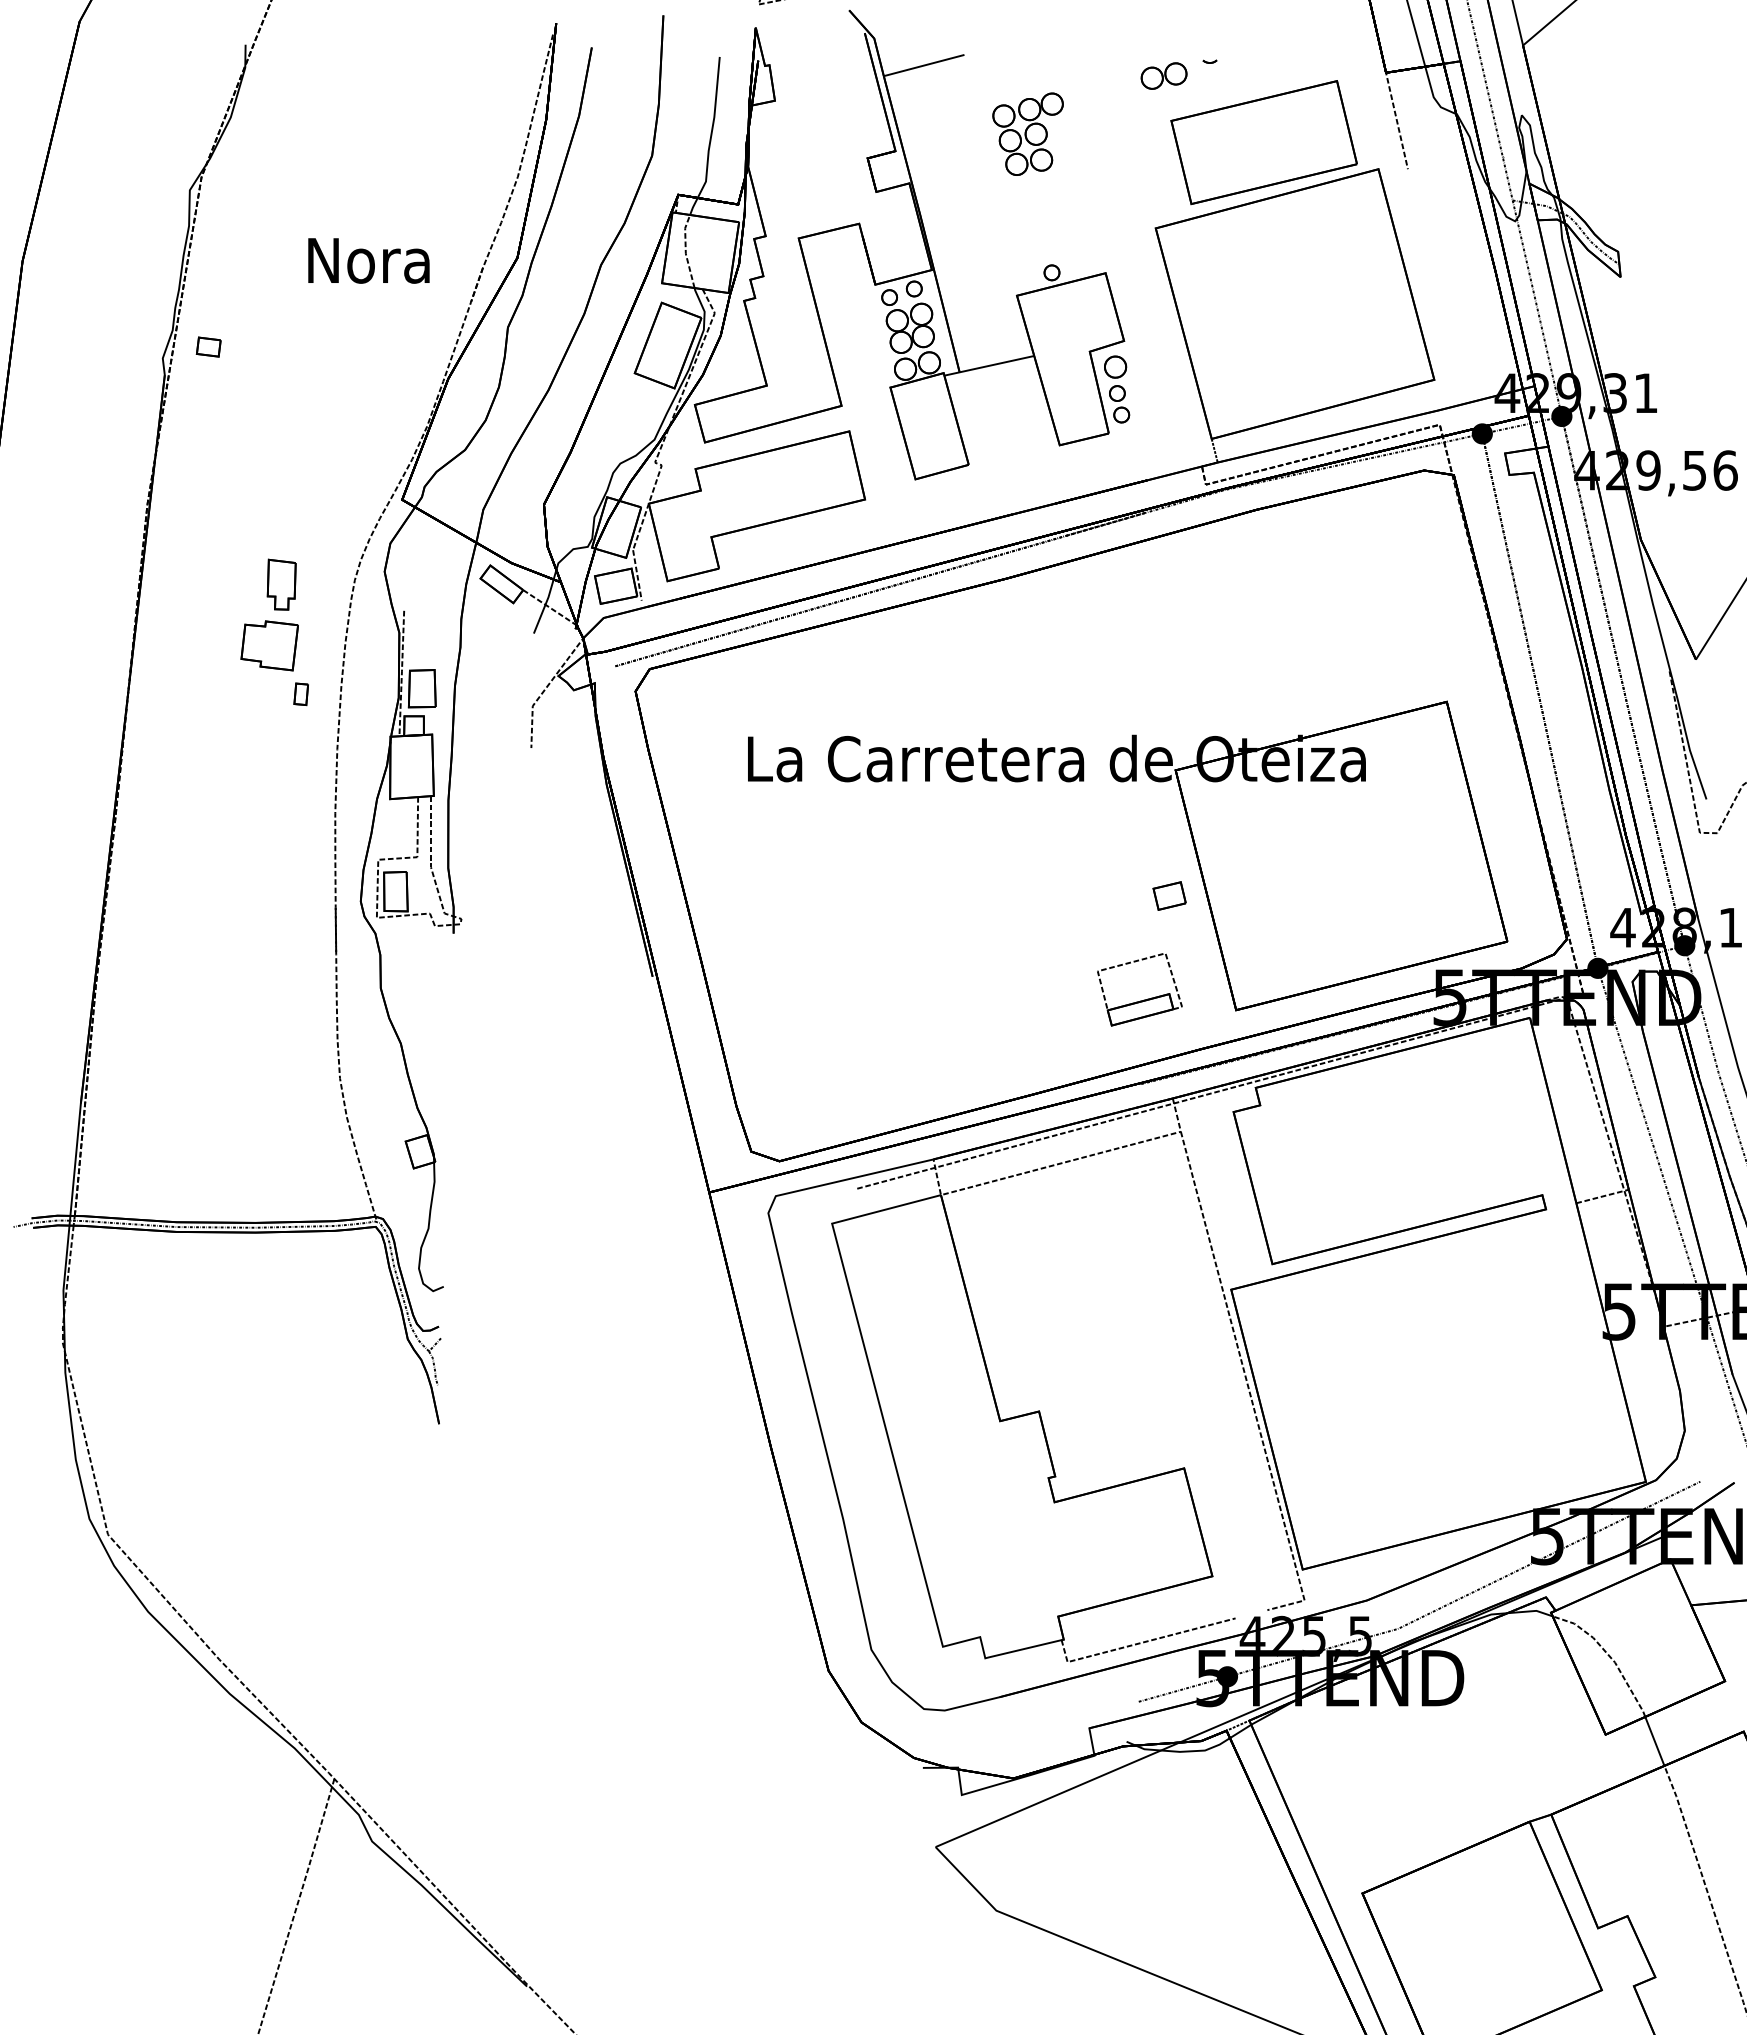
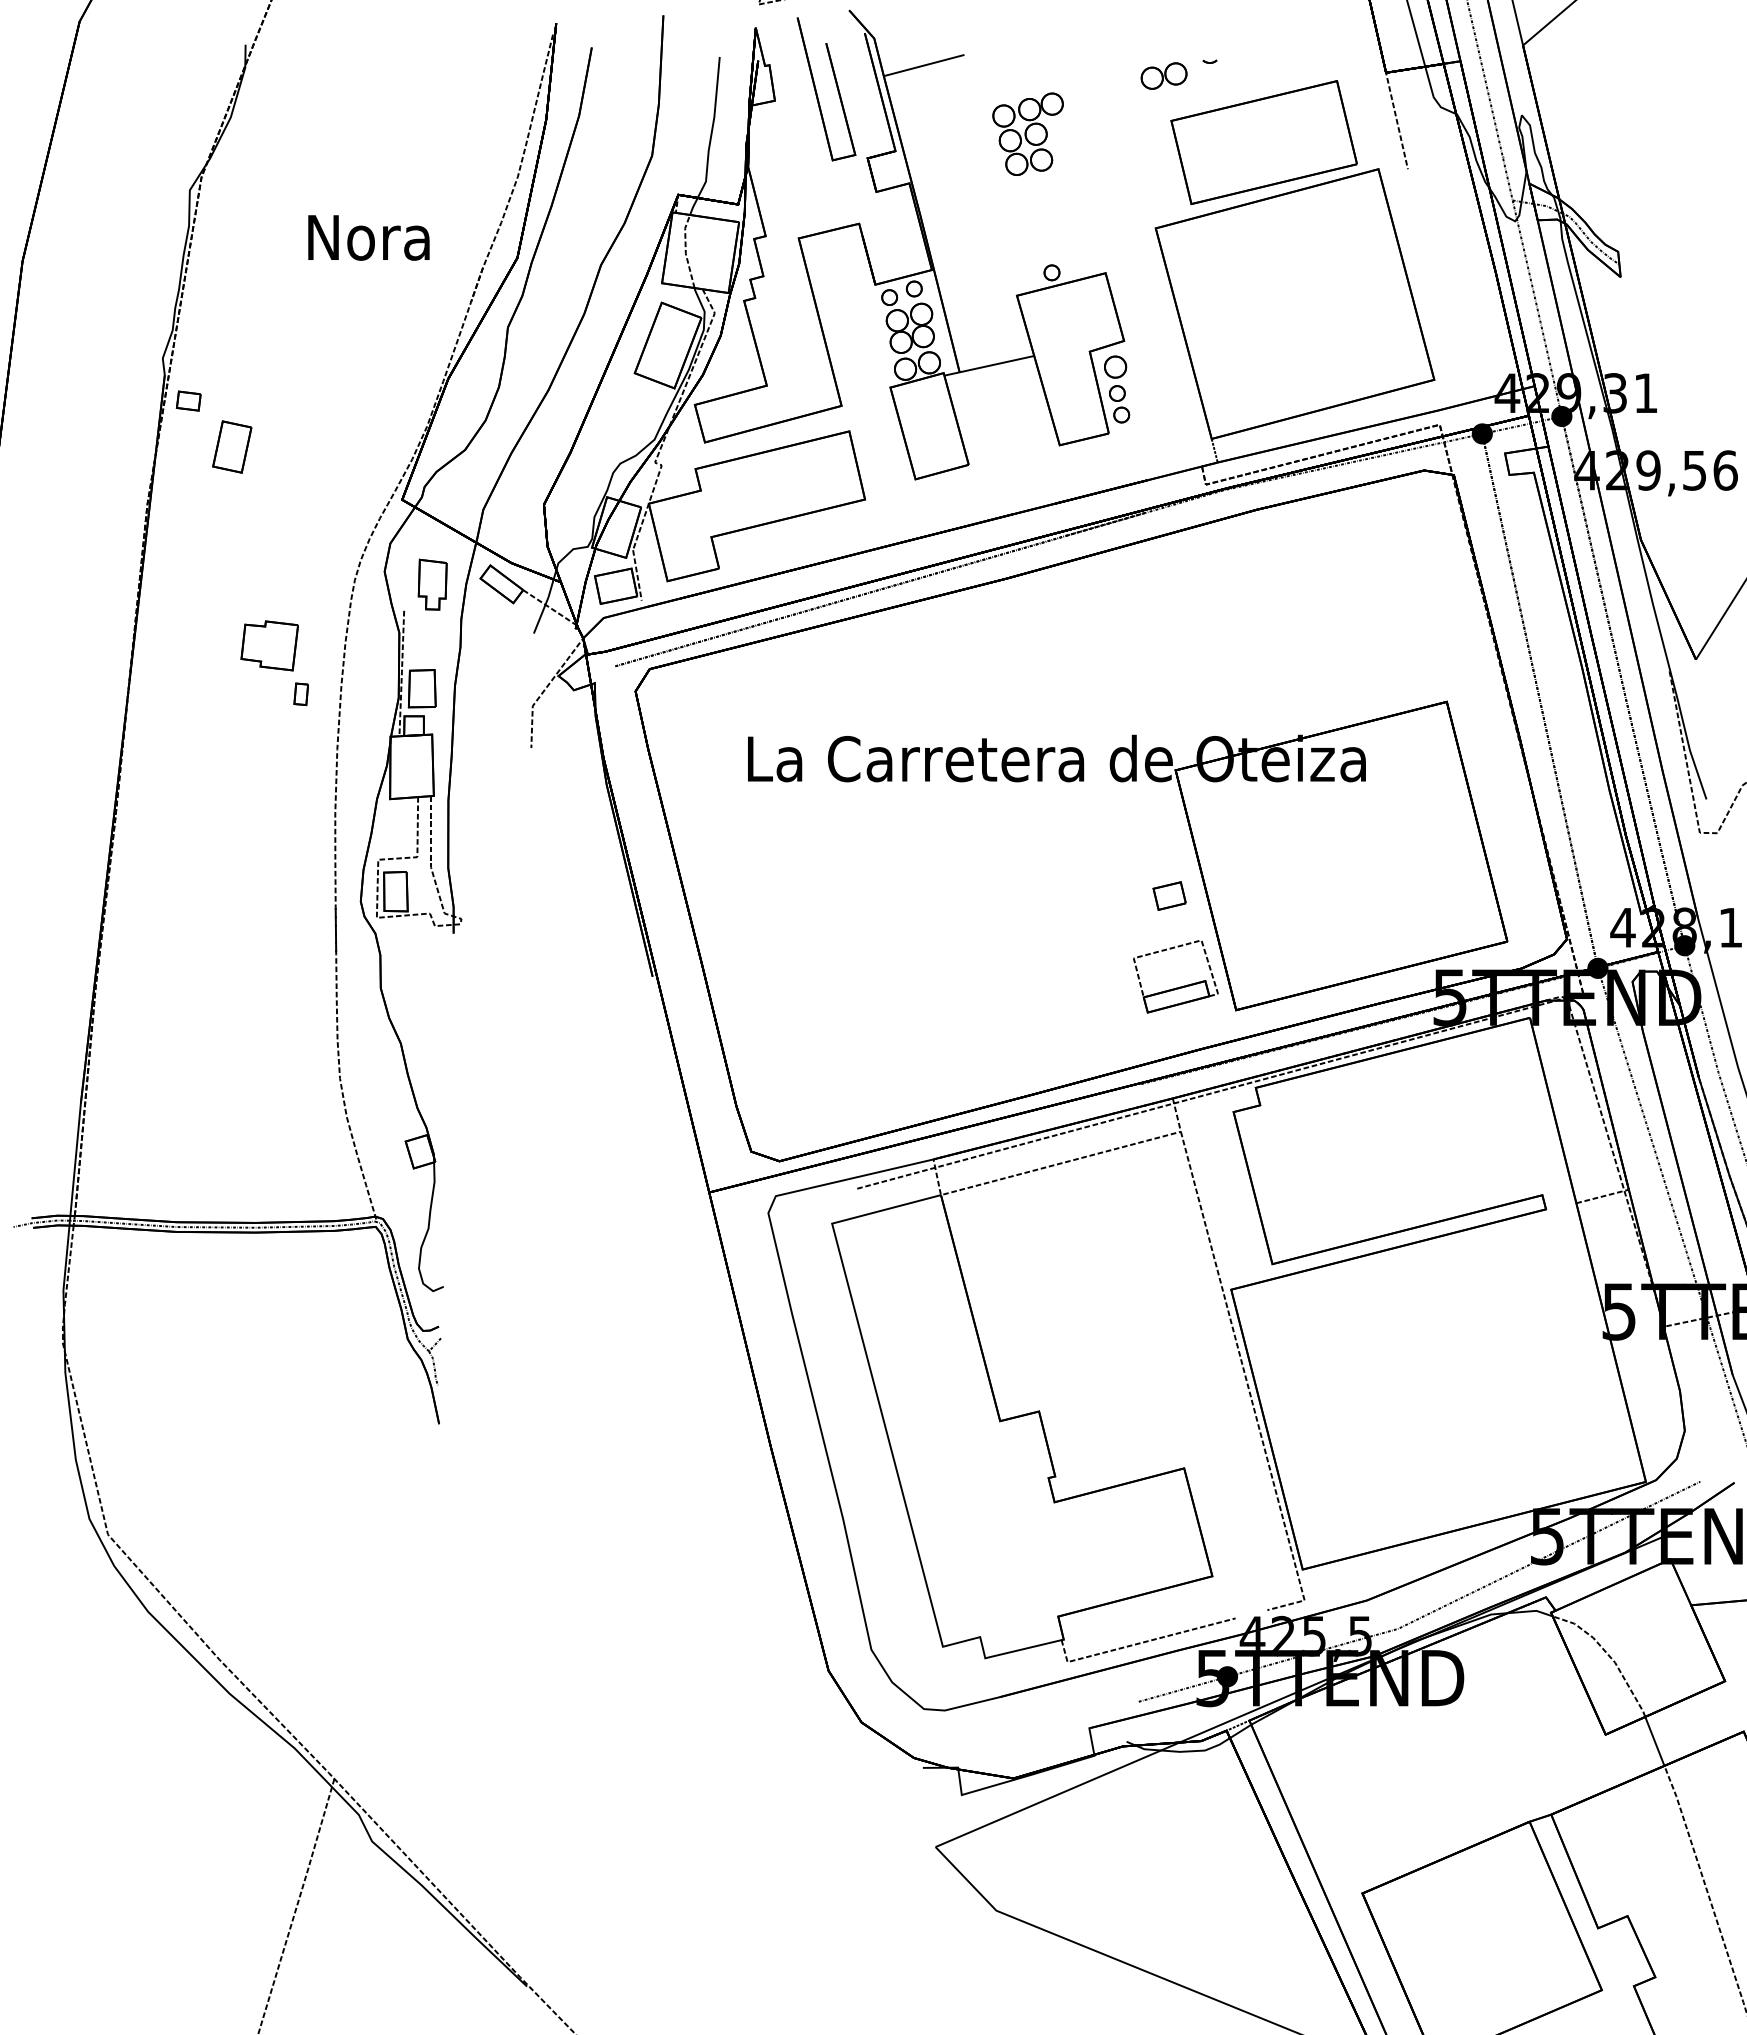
part at (817, 93): none -> present
text at (368, 260) position: (368, 260) -> (368, 237)
part at (208, 346) position: (208, 346) -> (188, 400)
part at (232, 446): none -> present
part at (281, 584) position: (281, 584) -> (432, 584)
part at (1140, 1000) position: (1140, 1000) -> (1176, 987)
